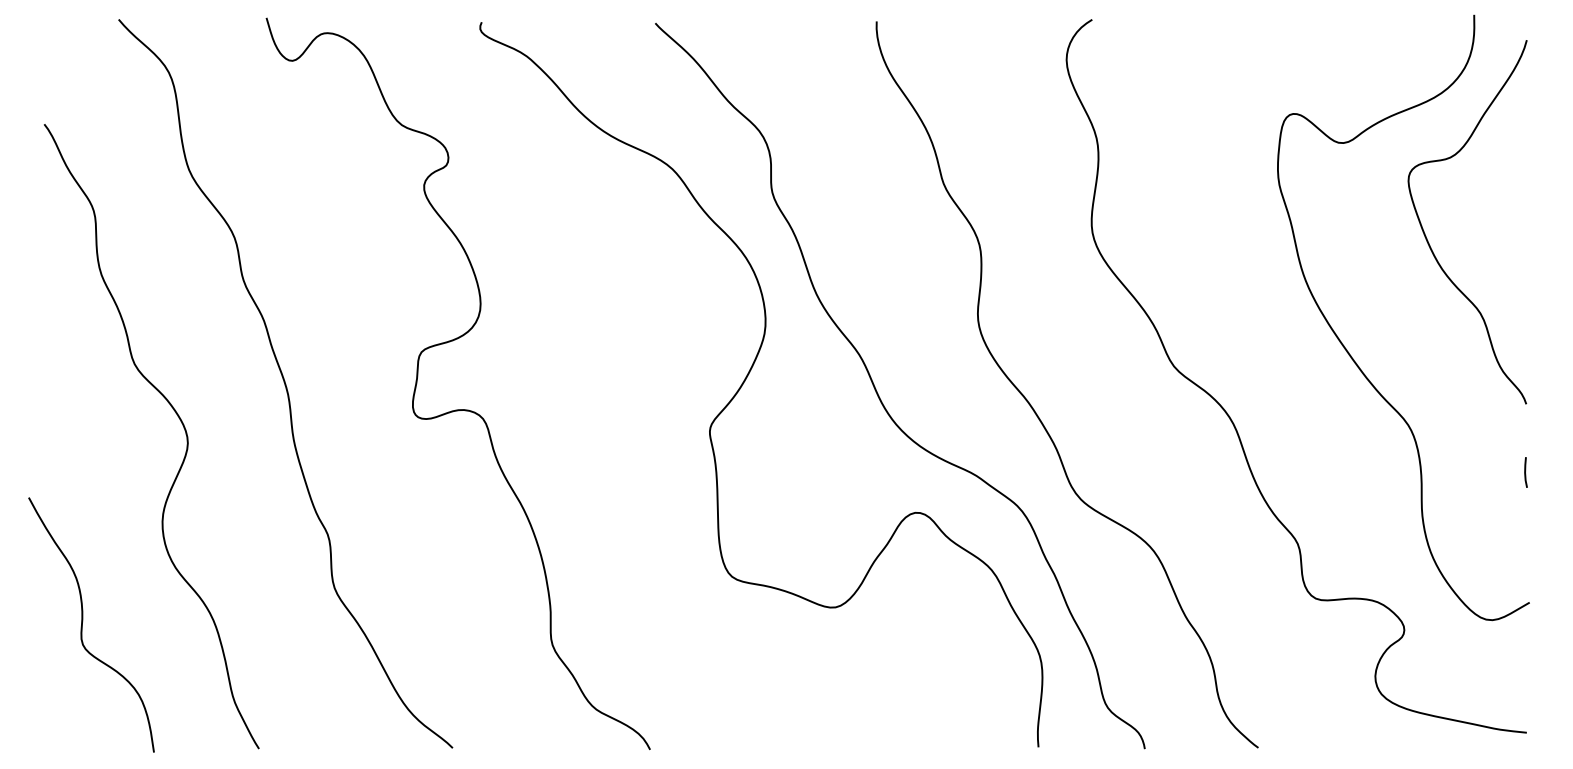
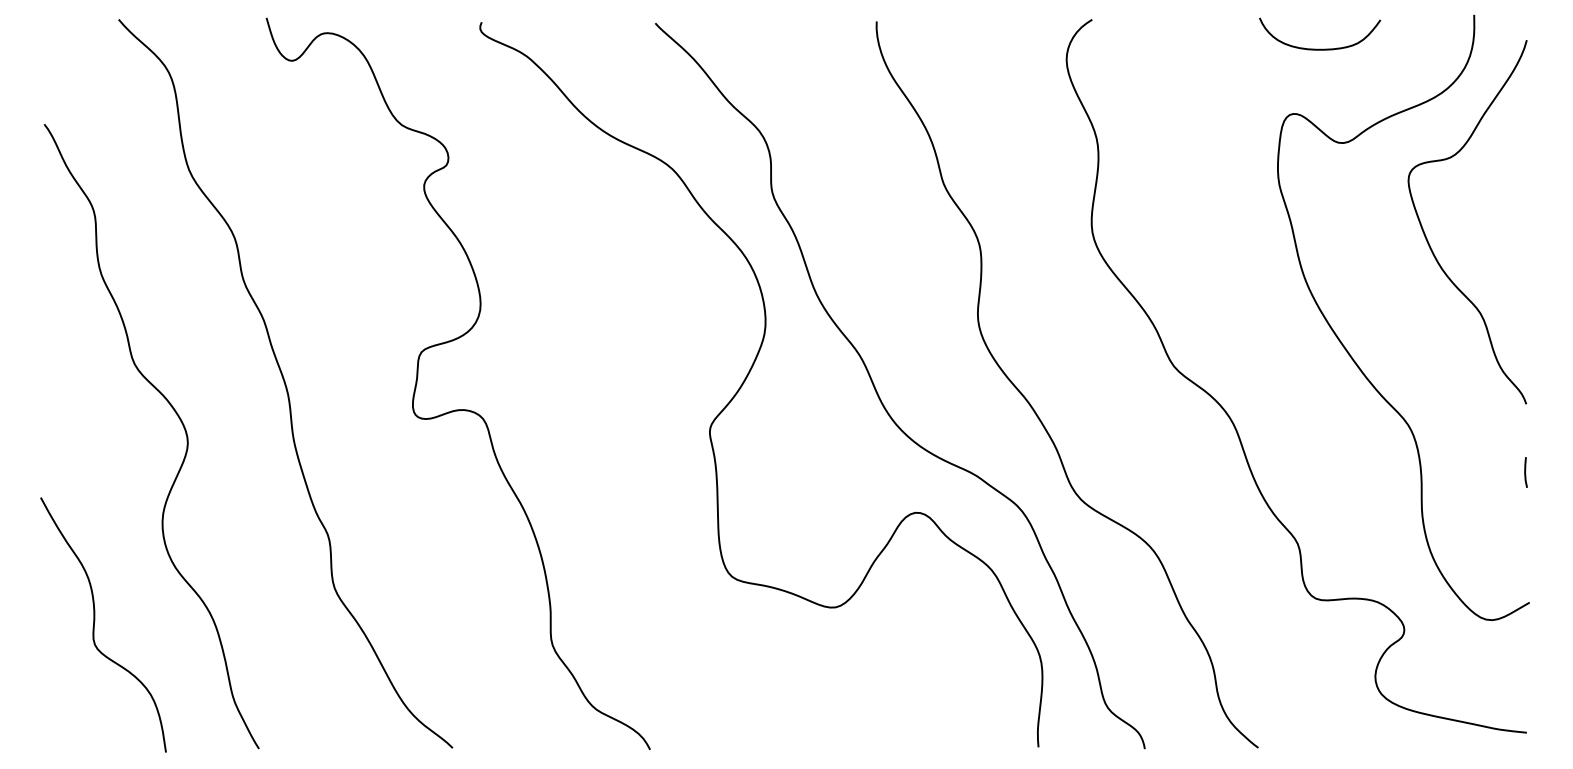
curve at (1320, 48): none -> present
curve at (83, 621) position: (83, 621) -> (95, 621)
